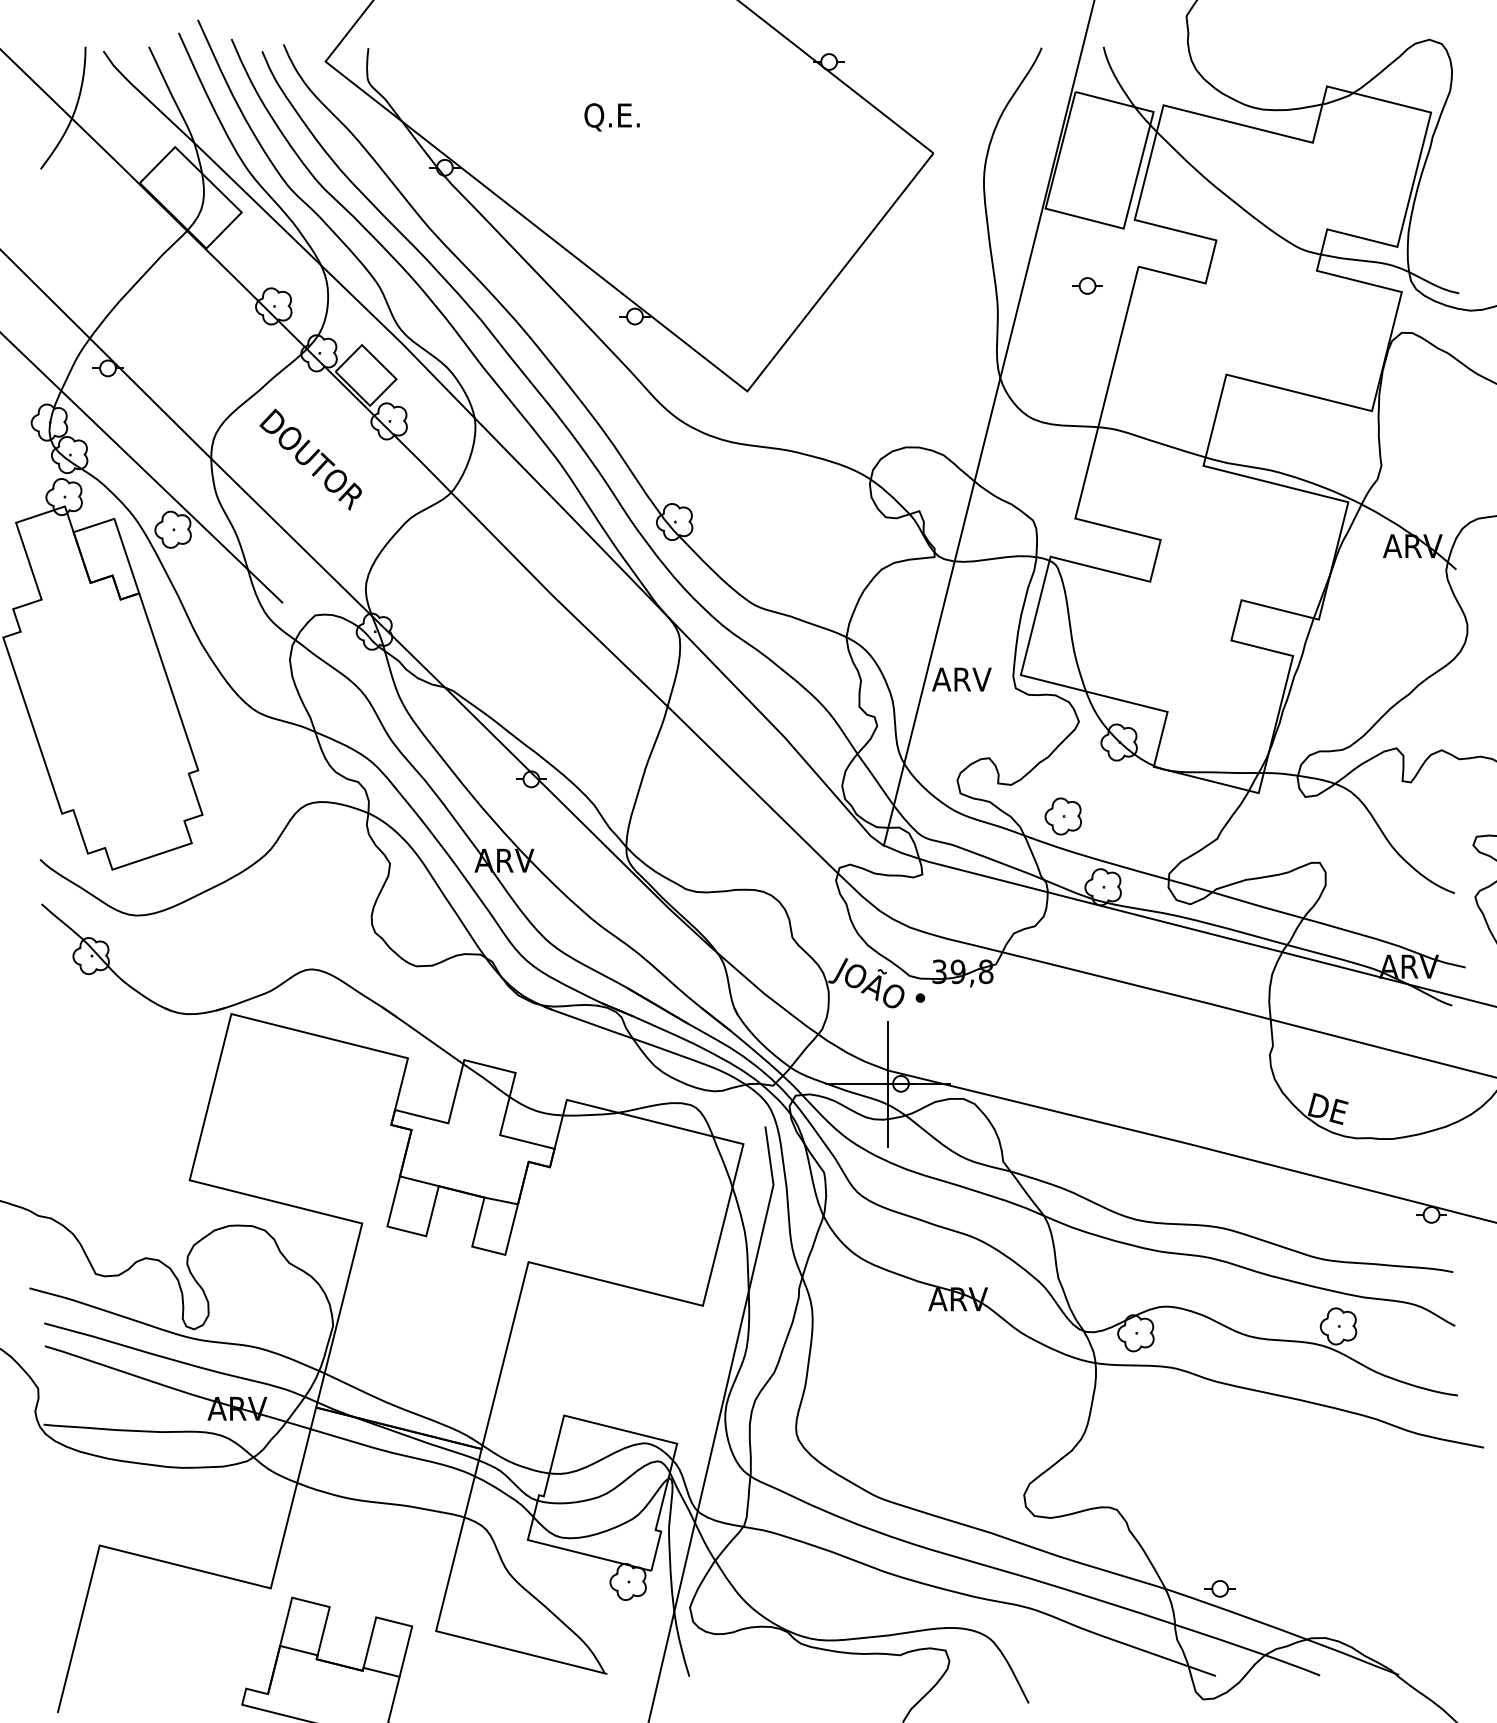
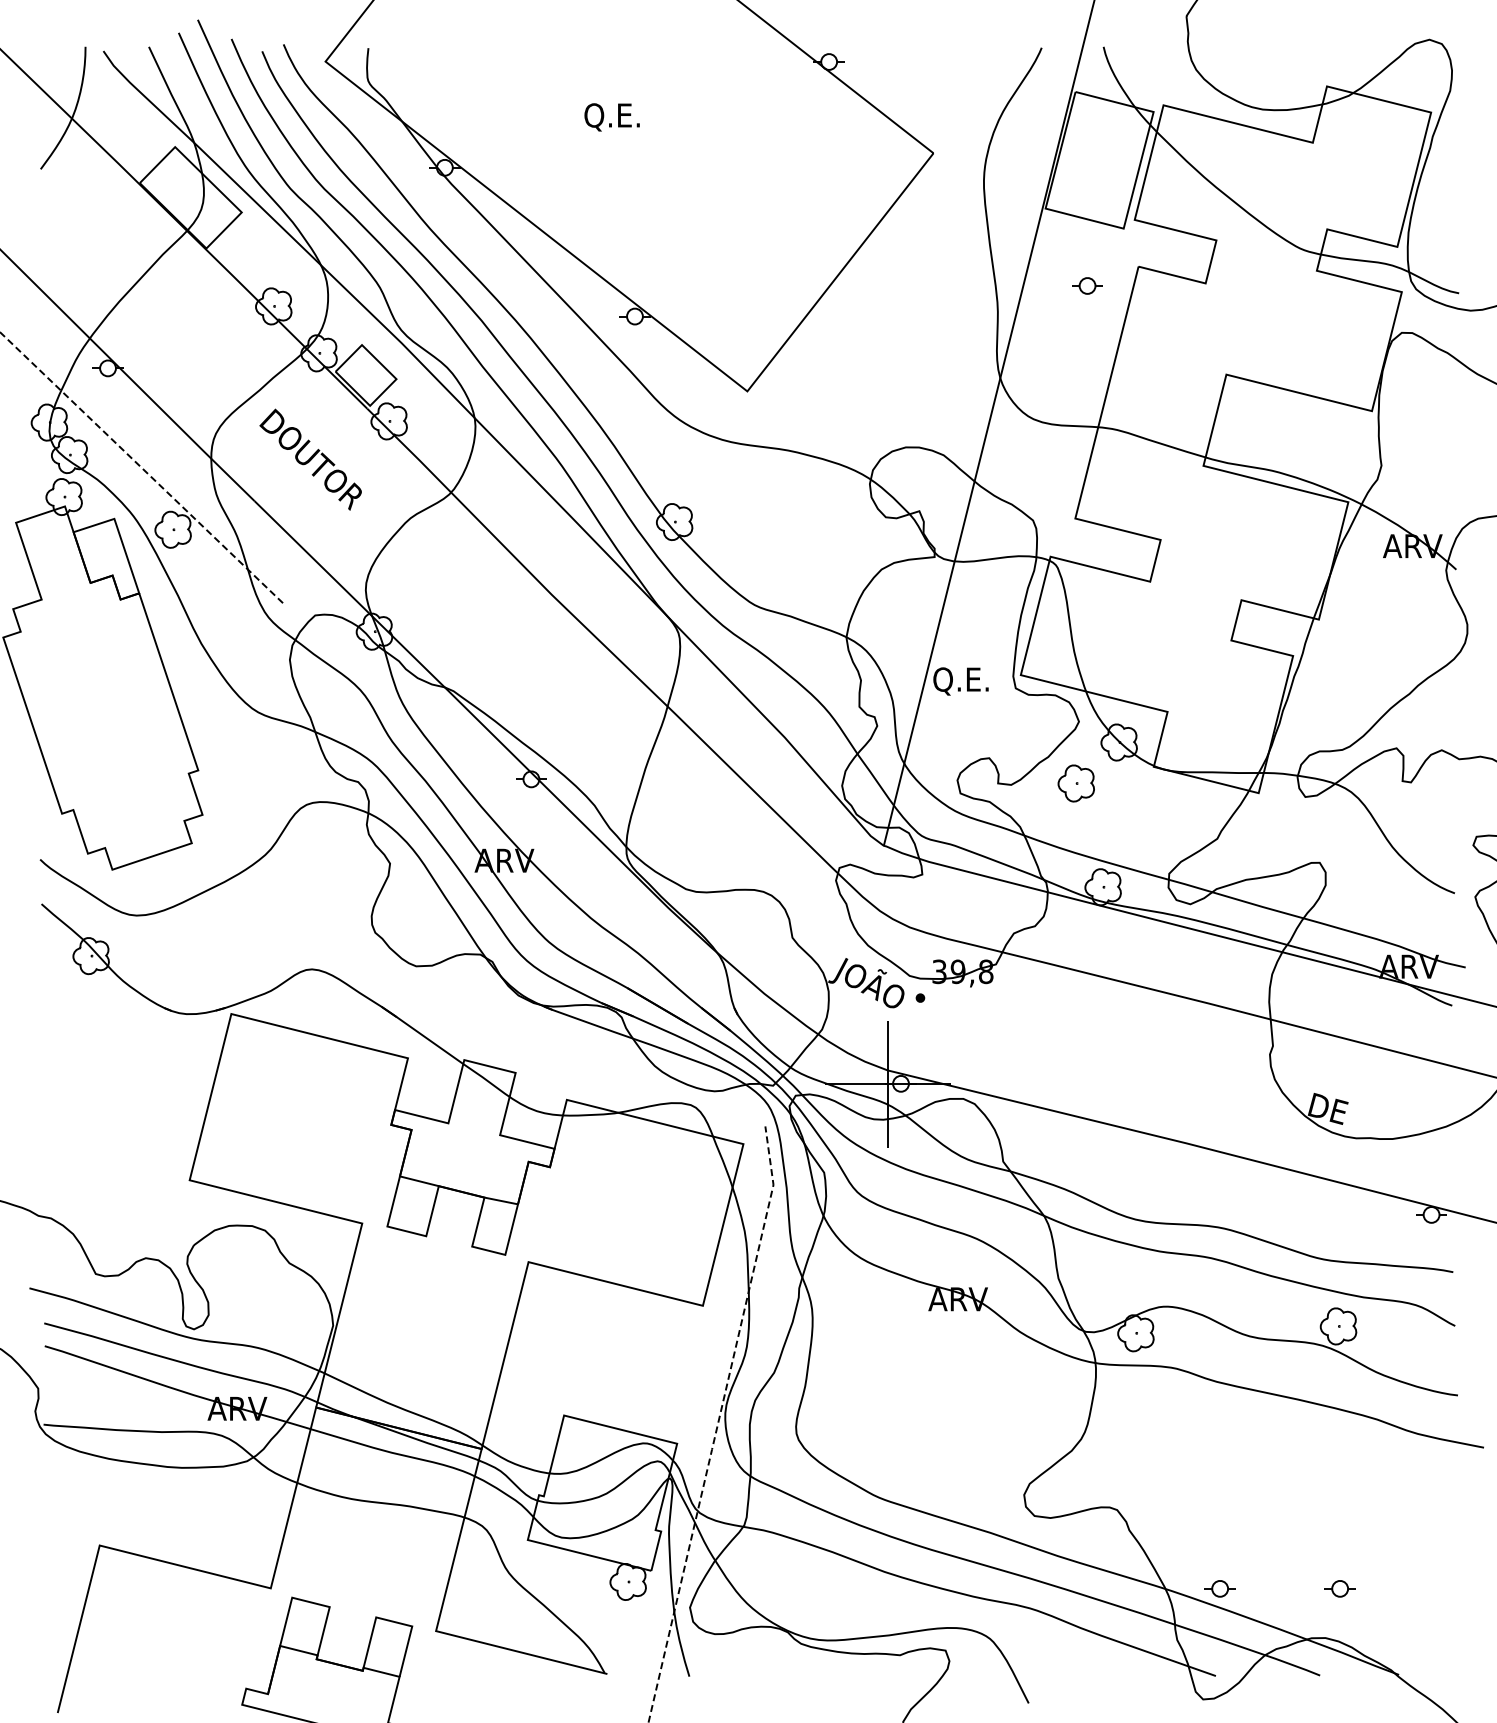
line at (141, 467): solid -> dashed
text at (961, 681): ARV -> Q.E.
part at (1062, 816) position: (1062, 816) -> (1075, 783)
line at (717, 1424): solid -> dashed
part at (1339, 1588): none -> present
